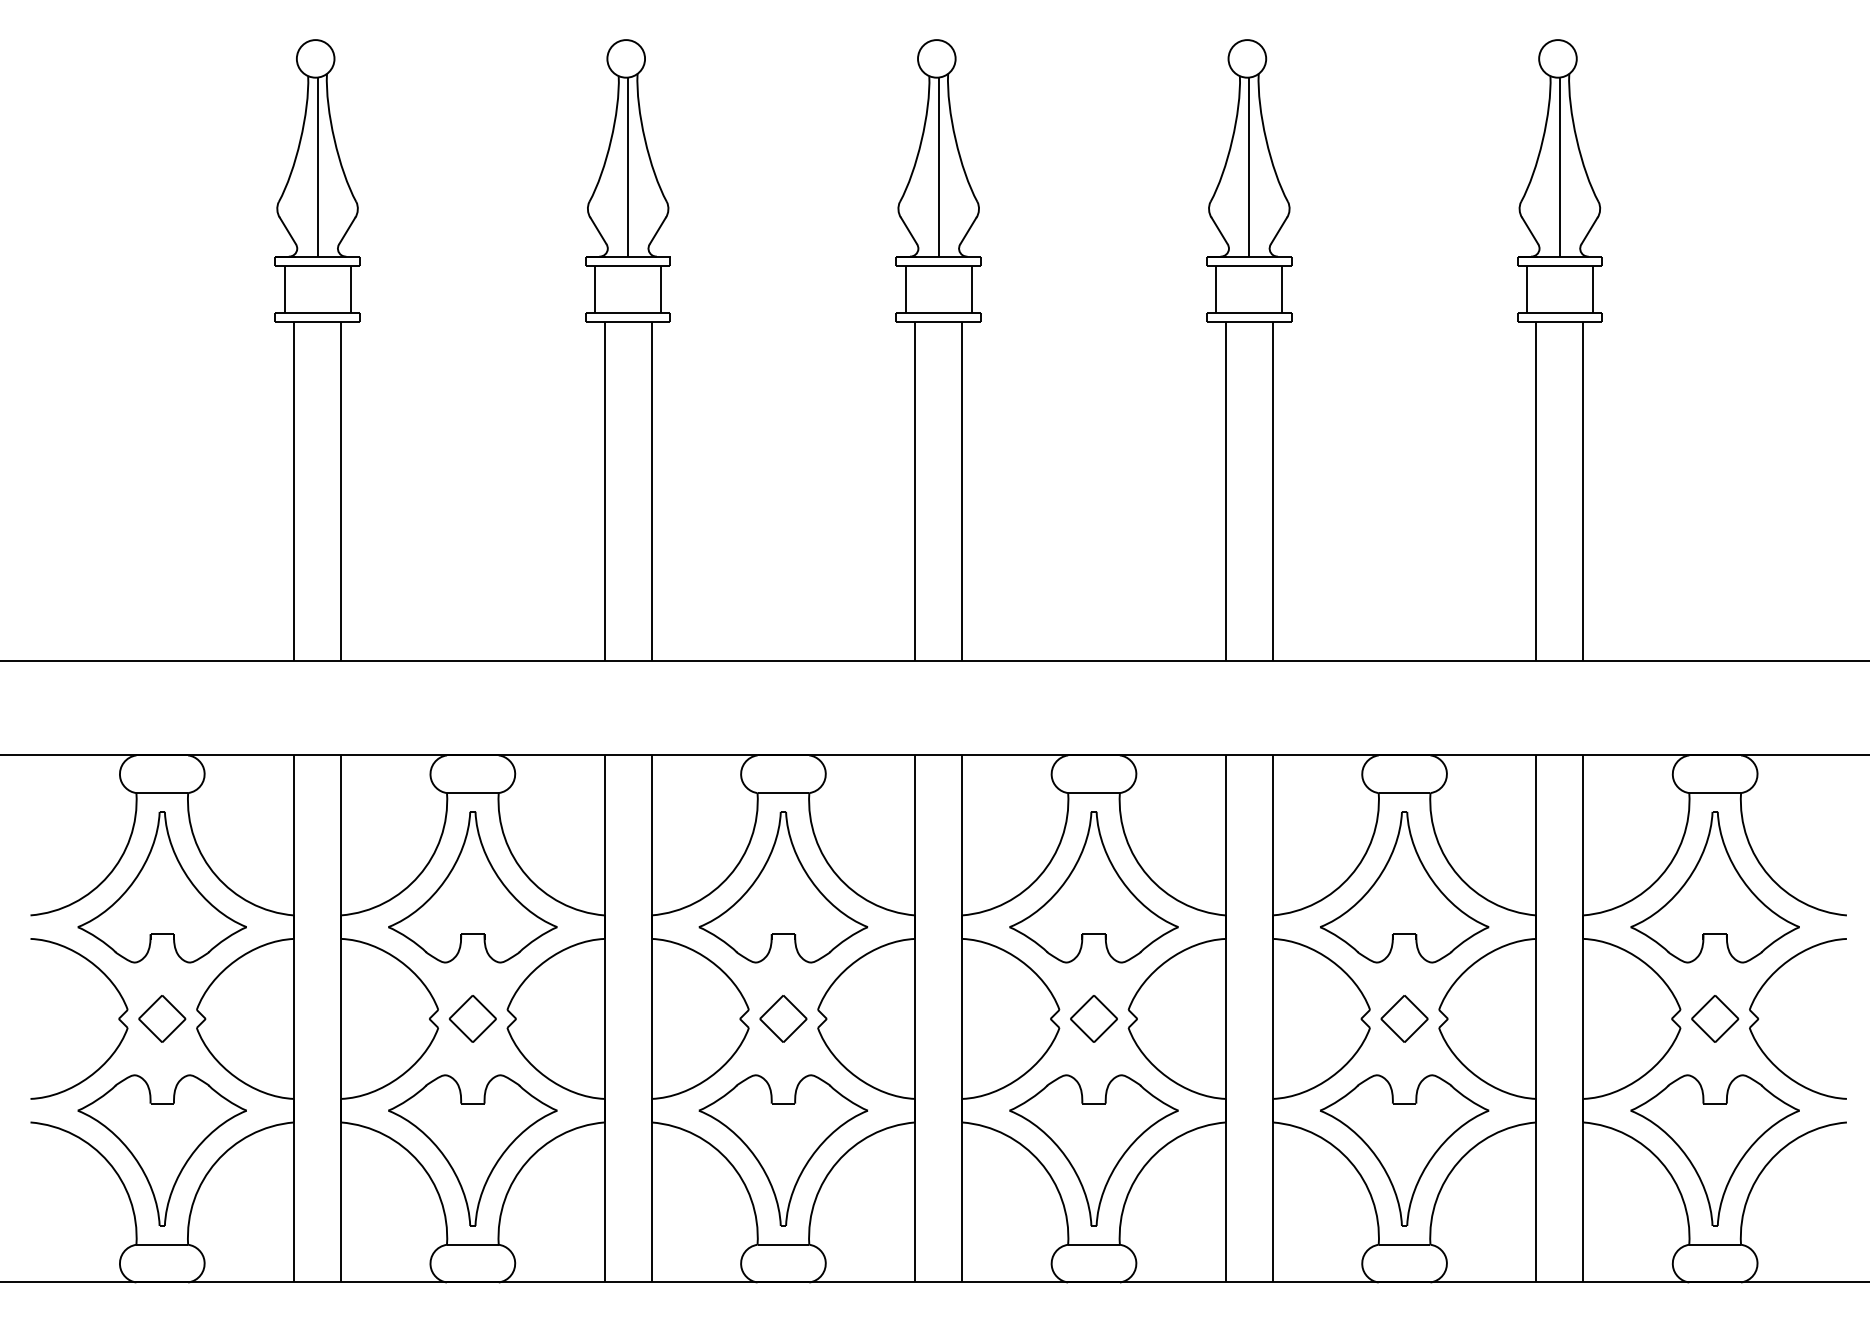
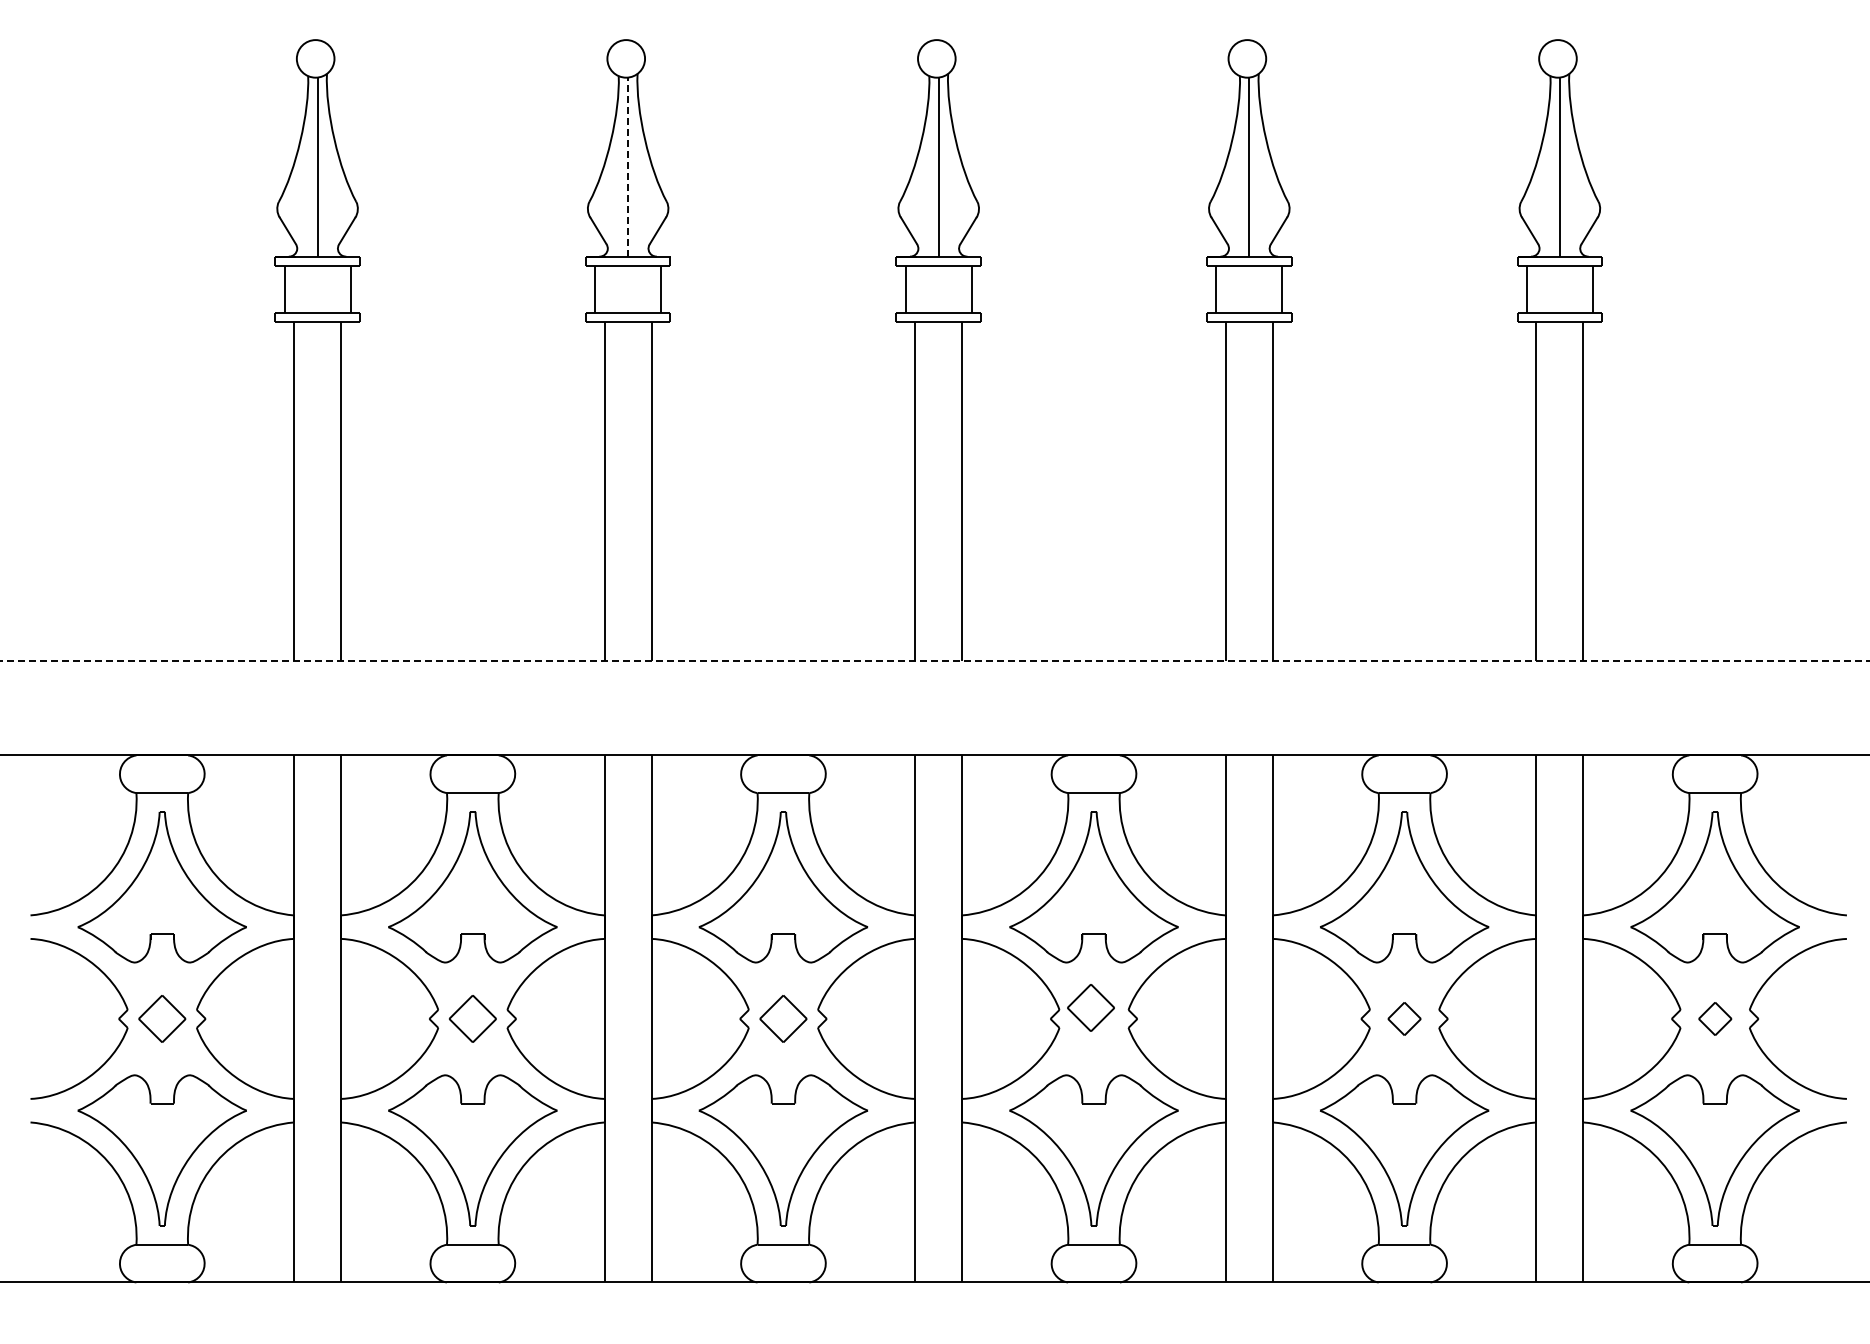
line at (628, 167): solid -> dashed
line at (935, 661): solid -> dashed
part at (1093, 1018) position: (1093, 1018) -> (1090, 1007)
part at (1404, 1018) size: 49x48 px -> 35x34 px
part at (1715, 1018) size: 49x48 px -> 35x34 px
